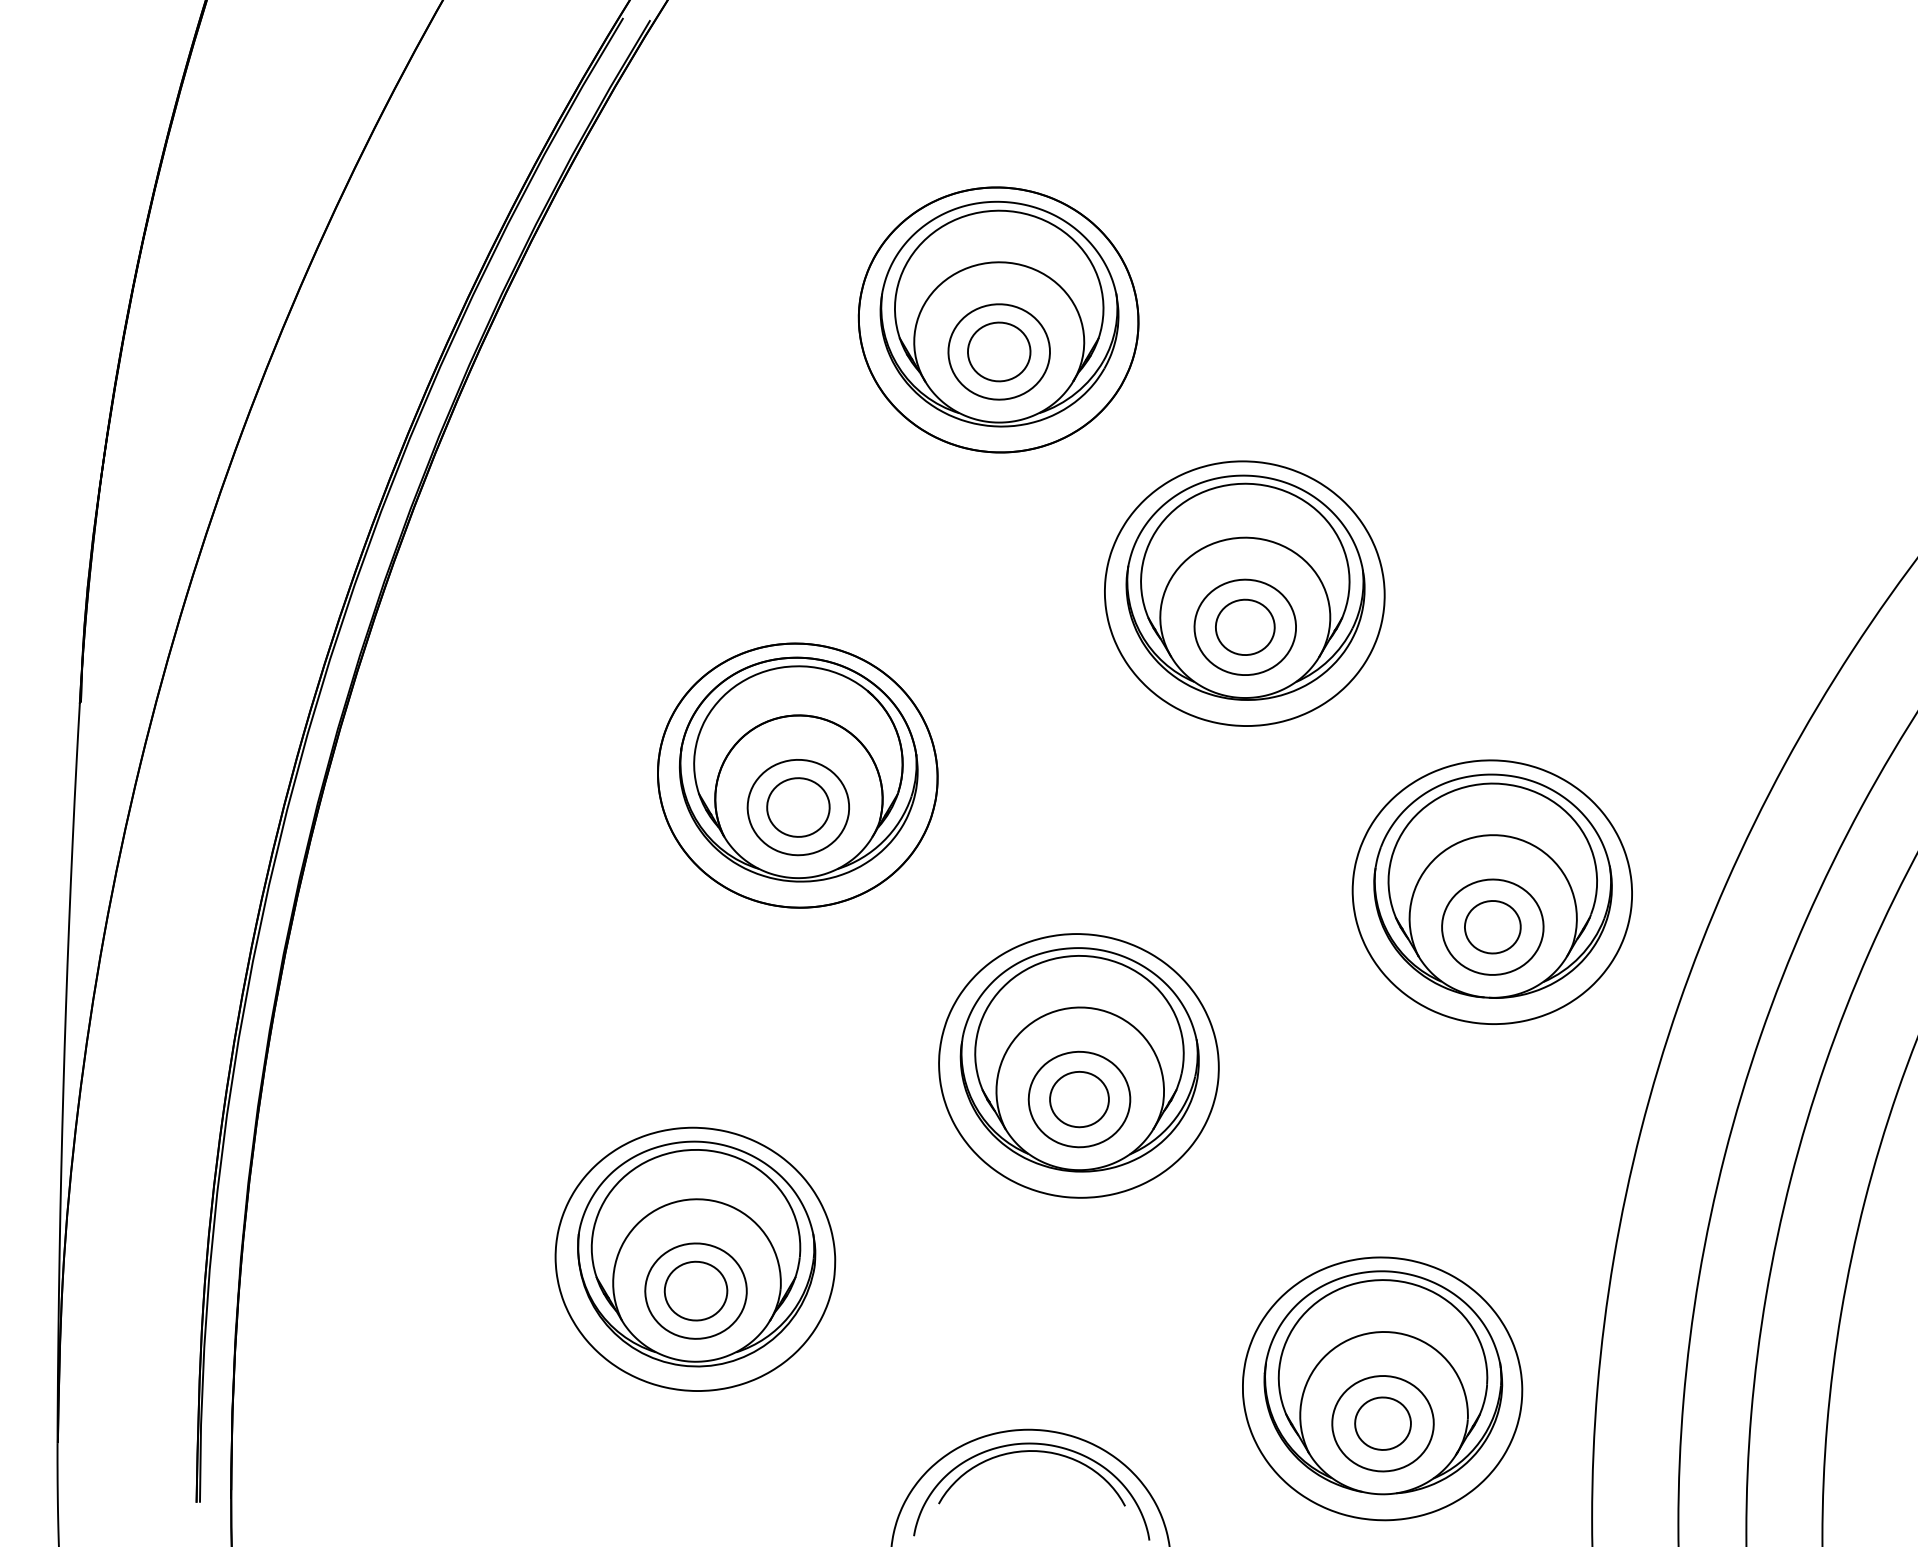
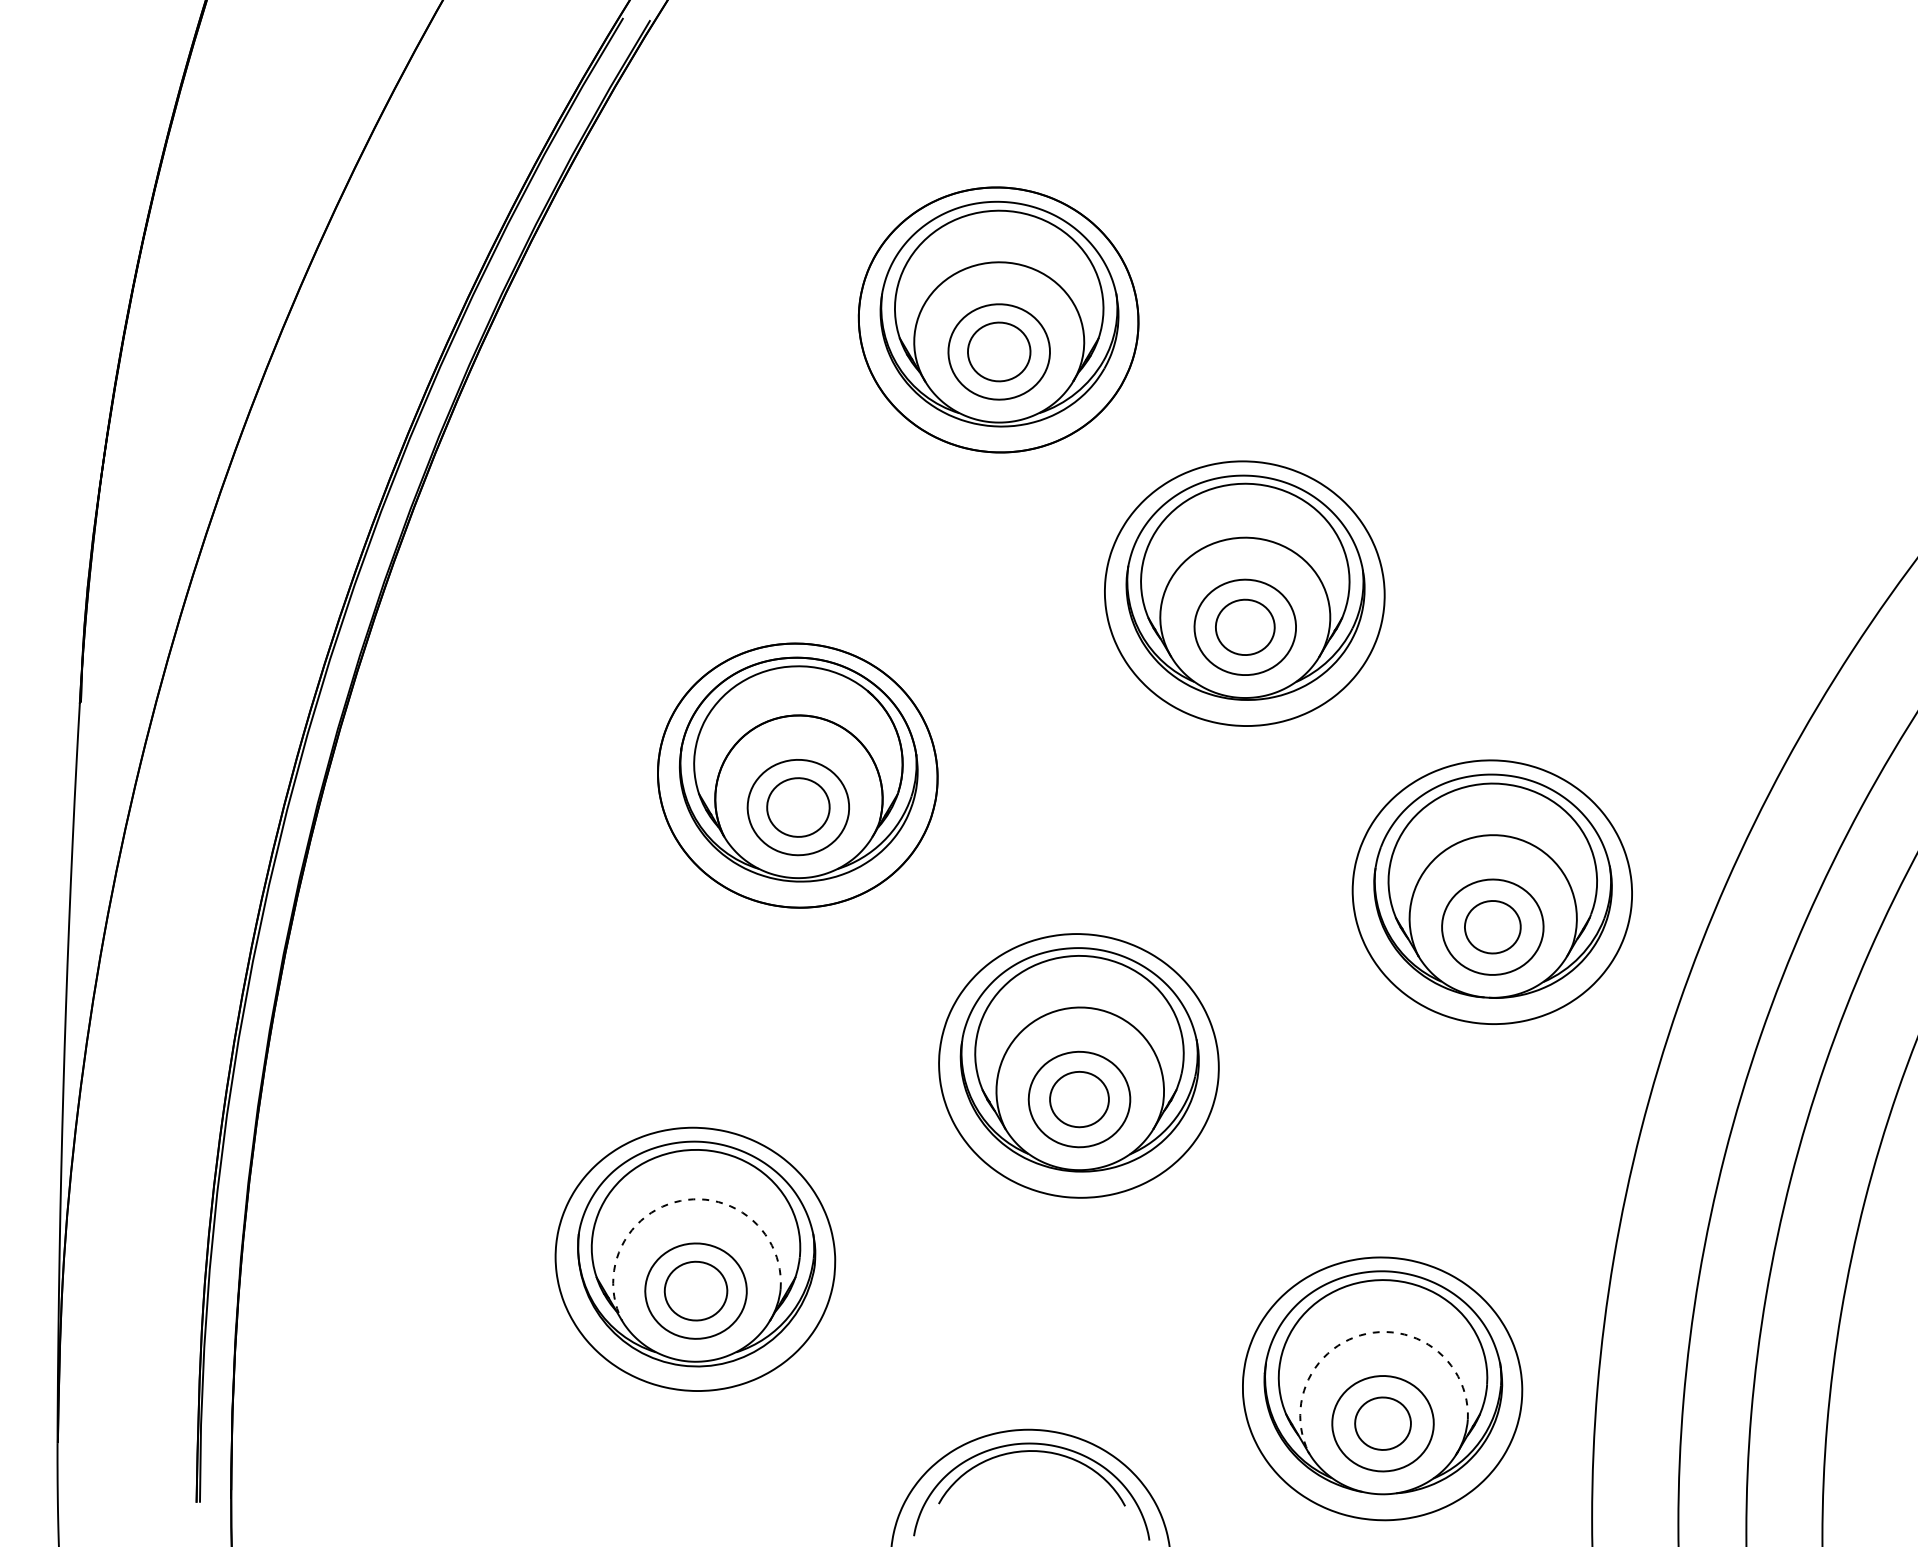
arc at (680, 1200): solid -> dashed
arc at (1366, 1333): solid -> dashed
